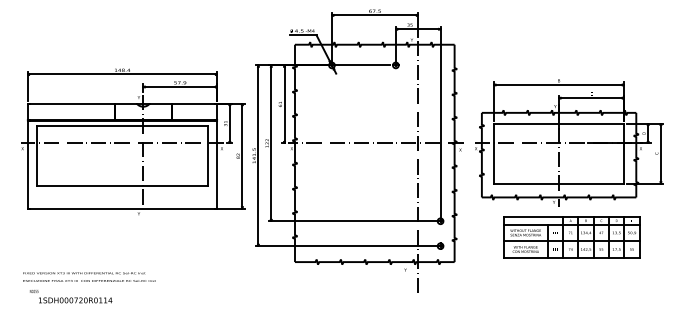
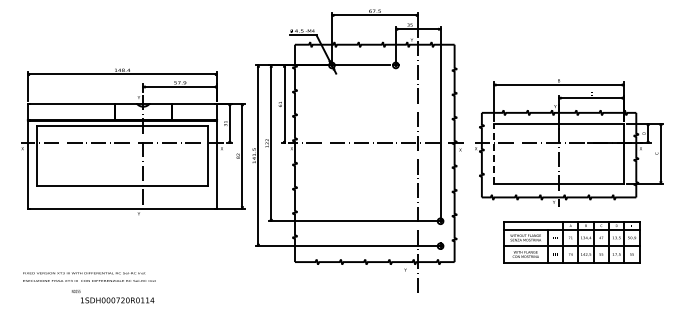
line at (494, 153): solid -> dashed
part at (571, 237) position: (571, 237) -> (571, 242)
text at (71, 296) position: (71, 296) -> (113, 296)
